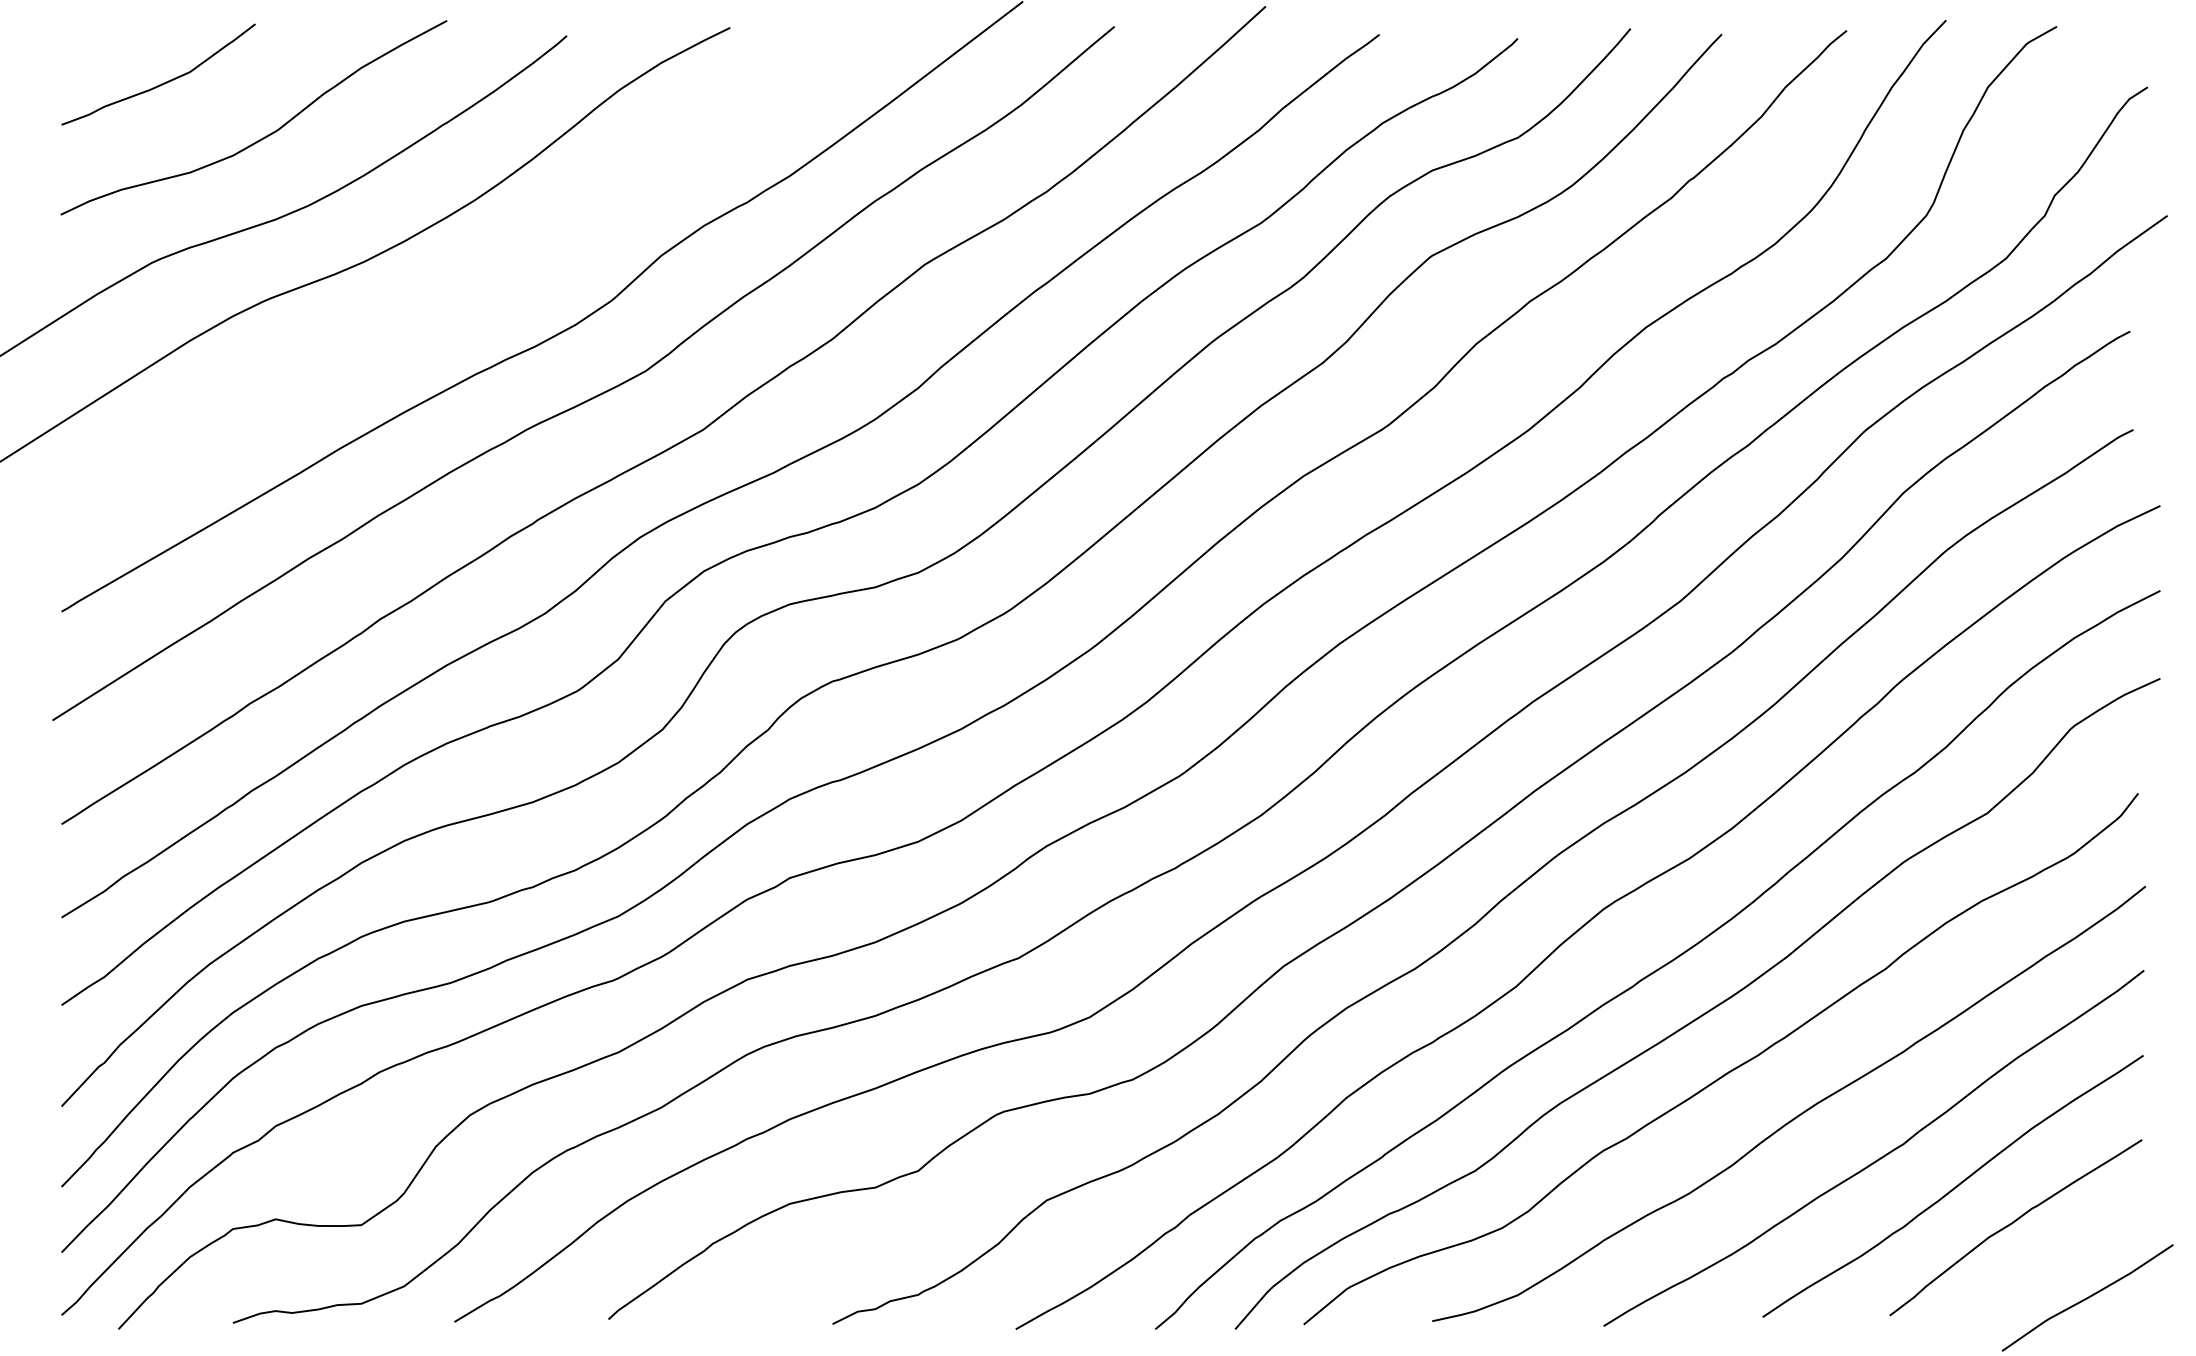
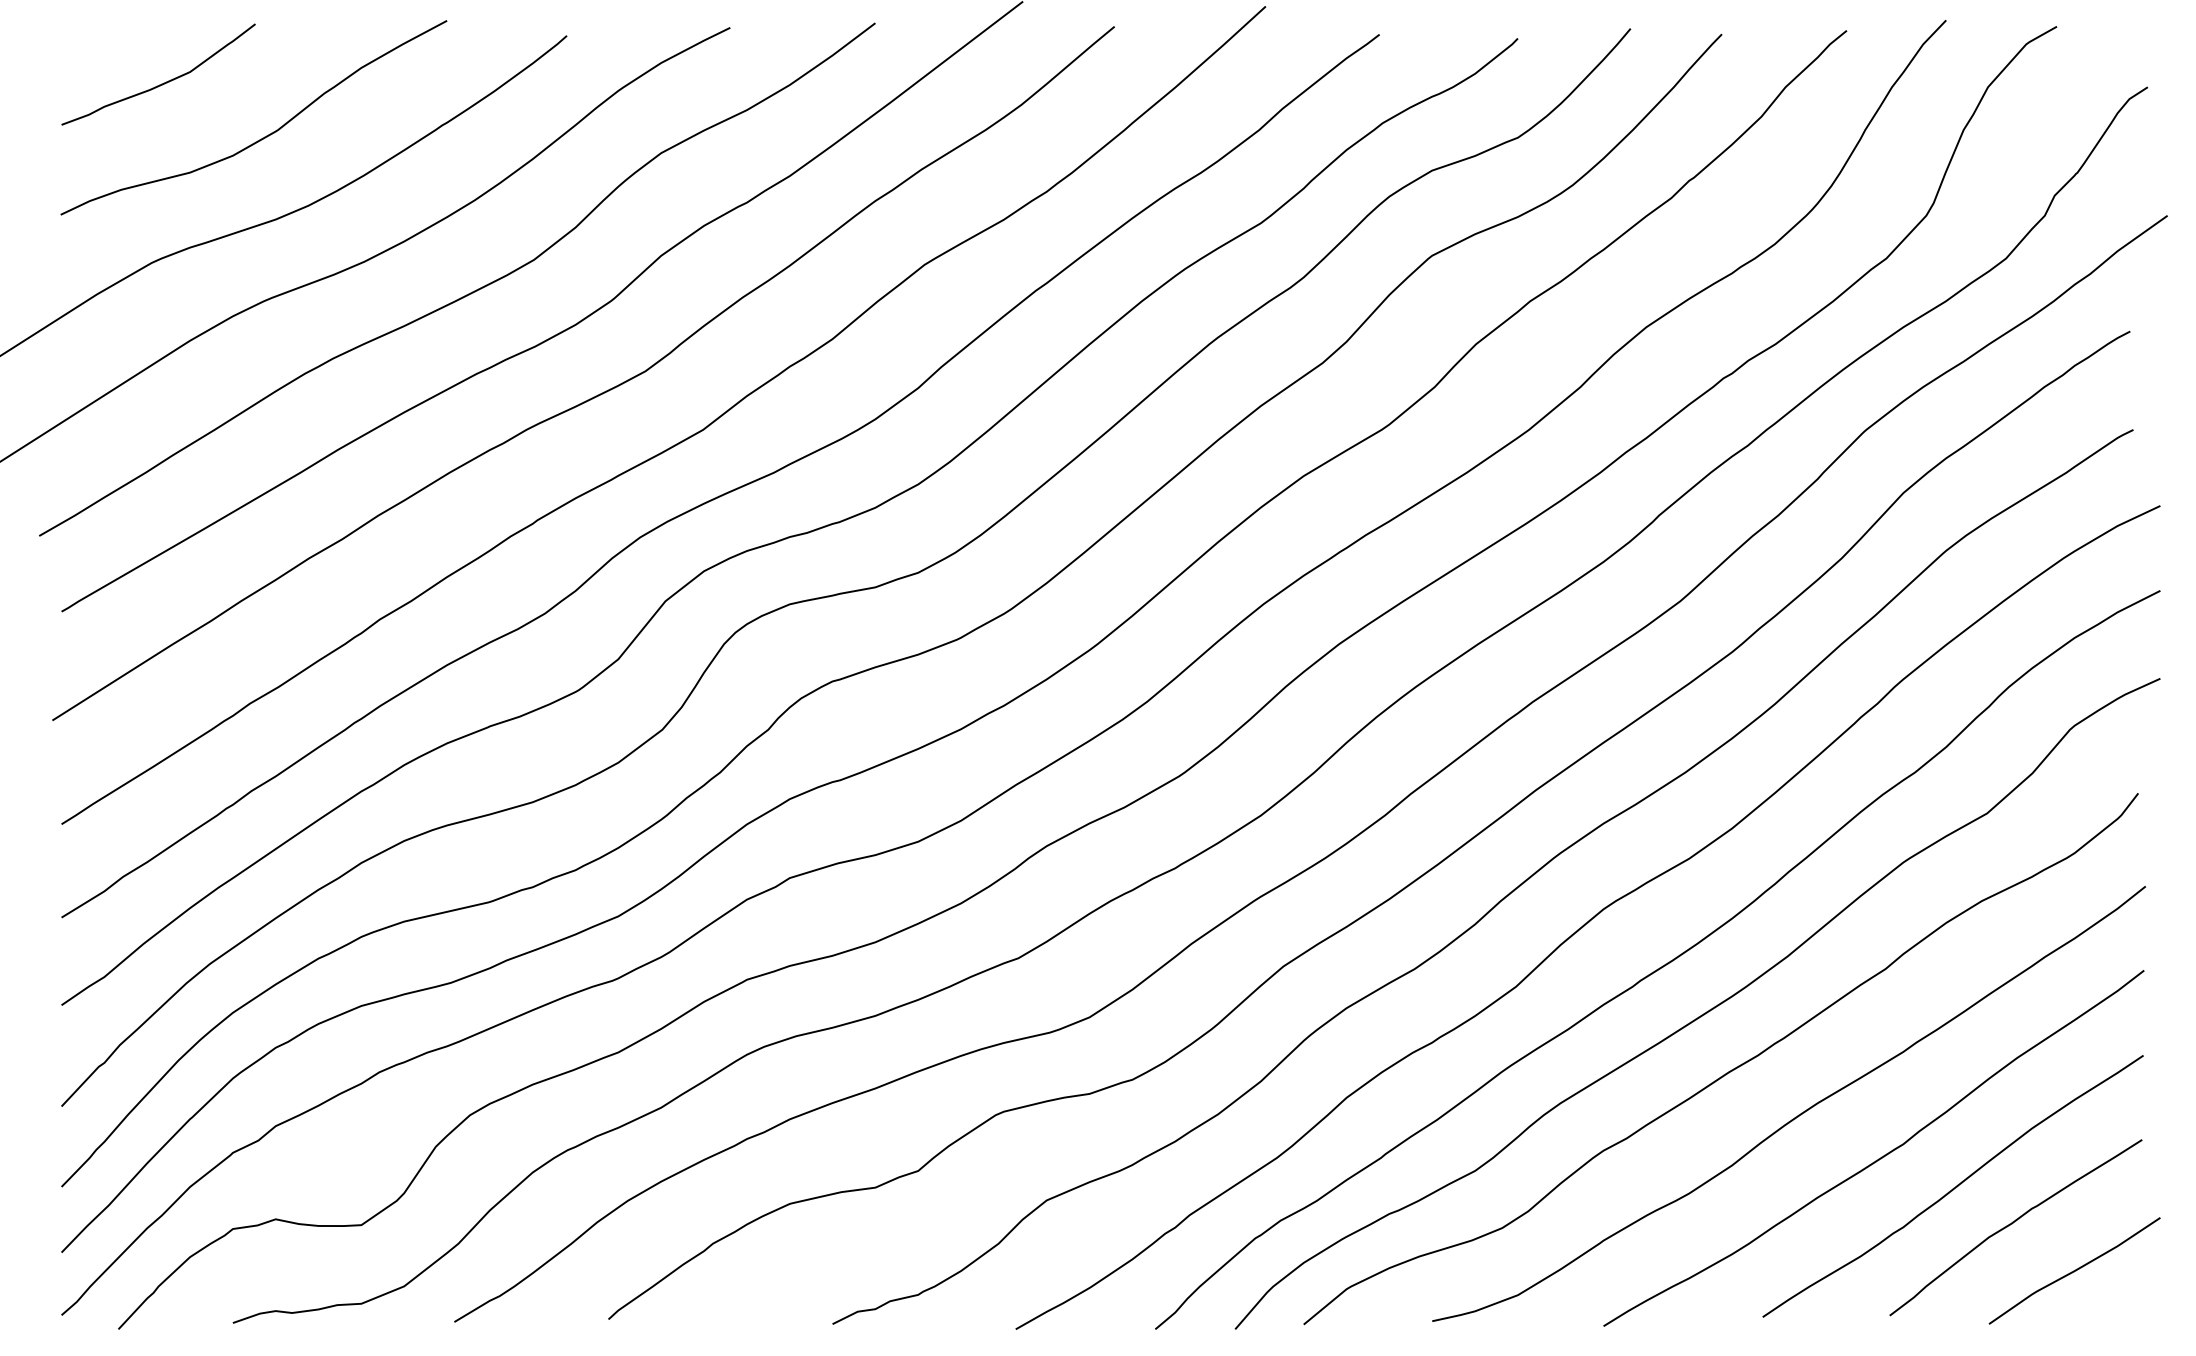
curve at (464, 295): none -> present
curve at (2087, 1297) position: (2087, 1297) -> (2074, 1270)
